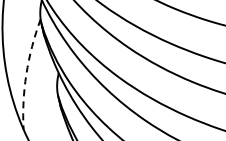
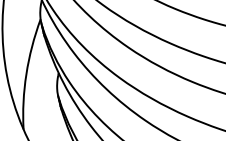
arc at (26, 73): dashed -> solid
